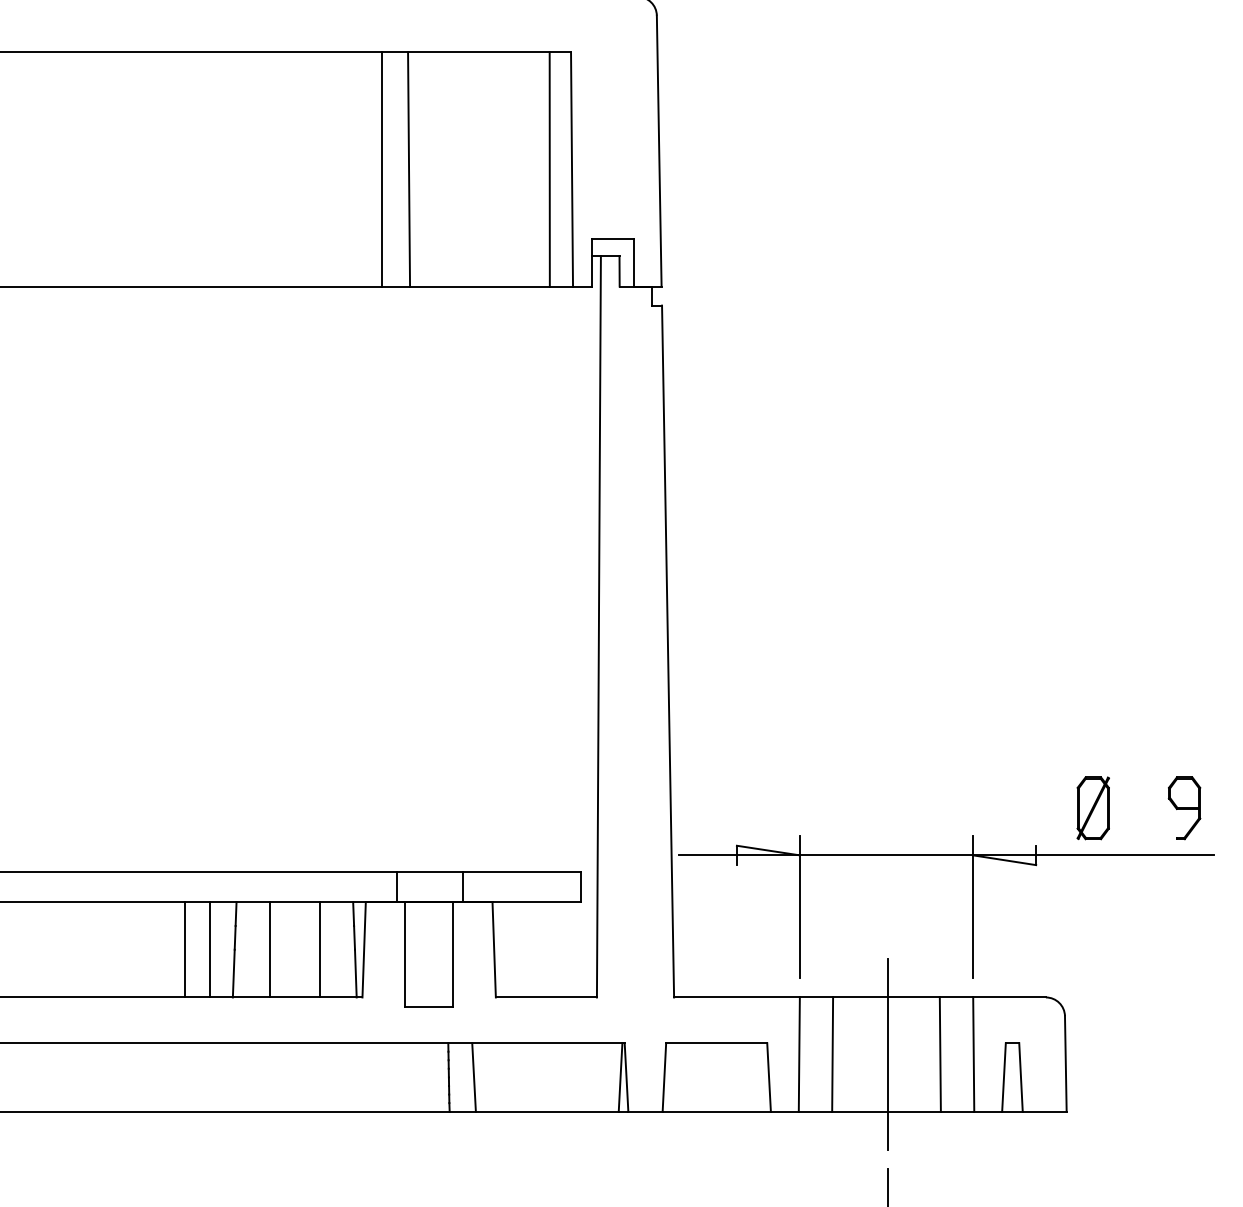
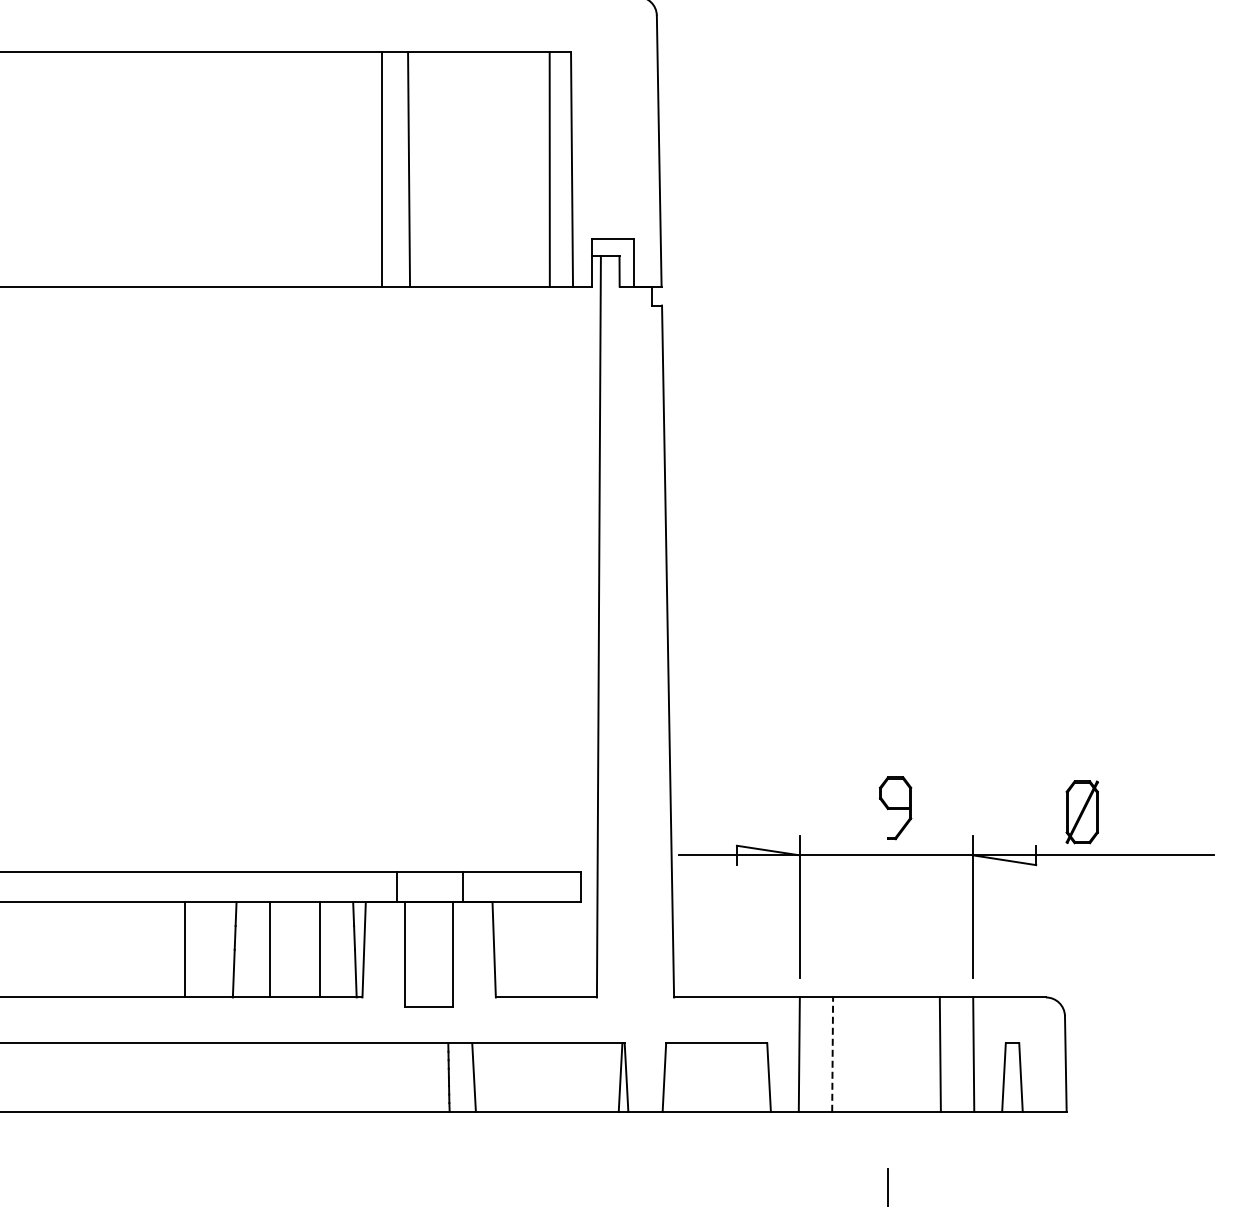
part at (1092, 808) position: (1092, 808) -> (1081, 812)
part at (1184, 808) position: (1184, 808) -> (895, 808)
line at (210, 949): present -> none
line at (832, 1054): solid -> dashed
line at (887, 1054): present -> none
